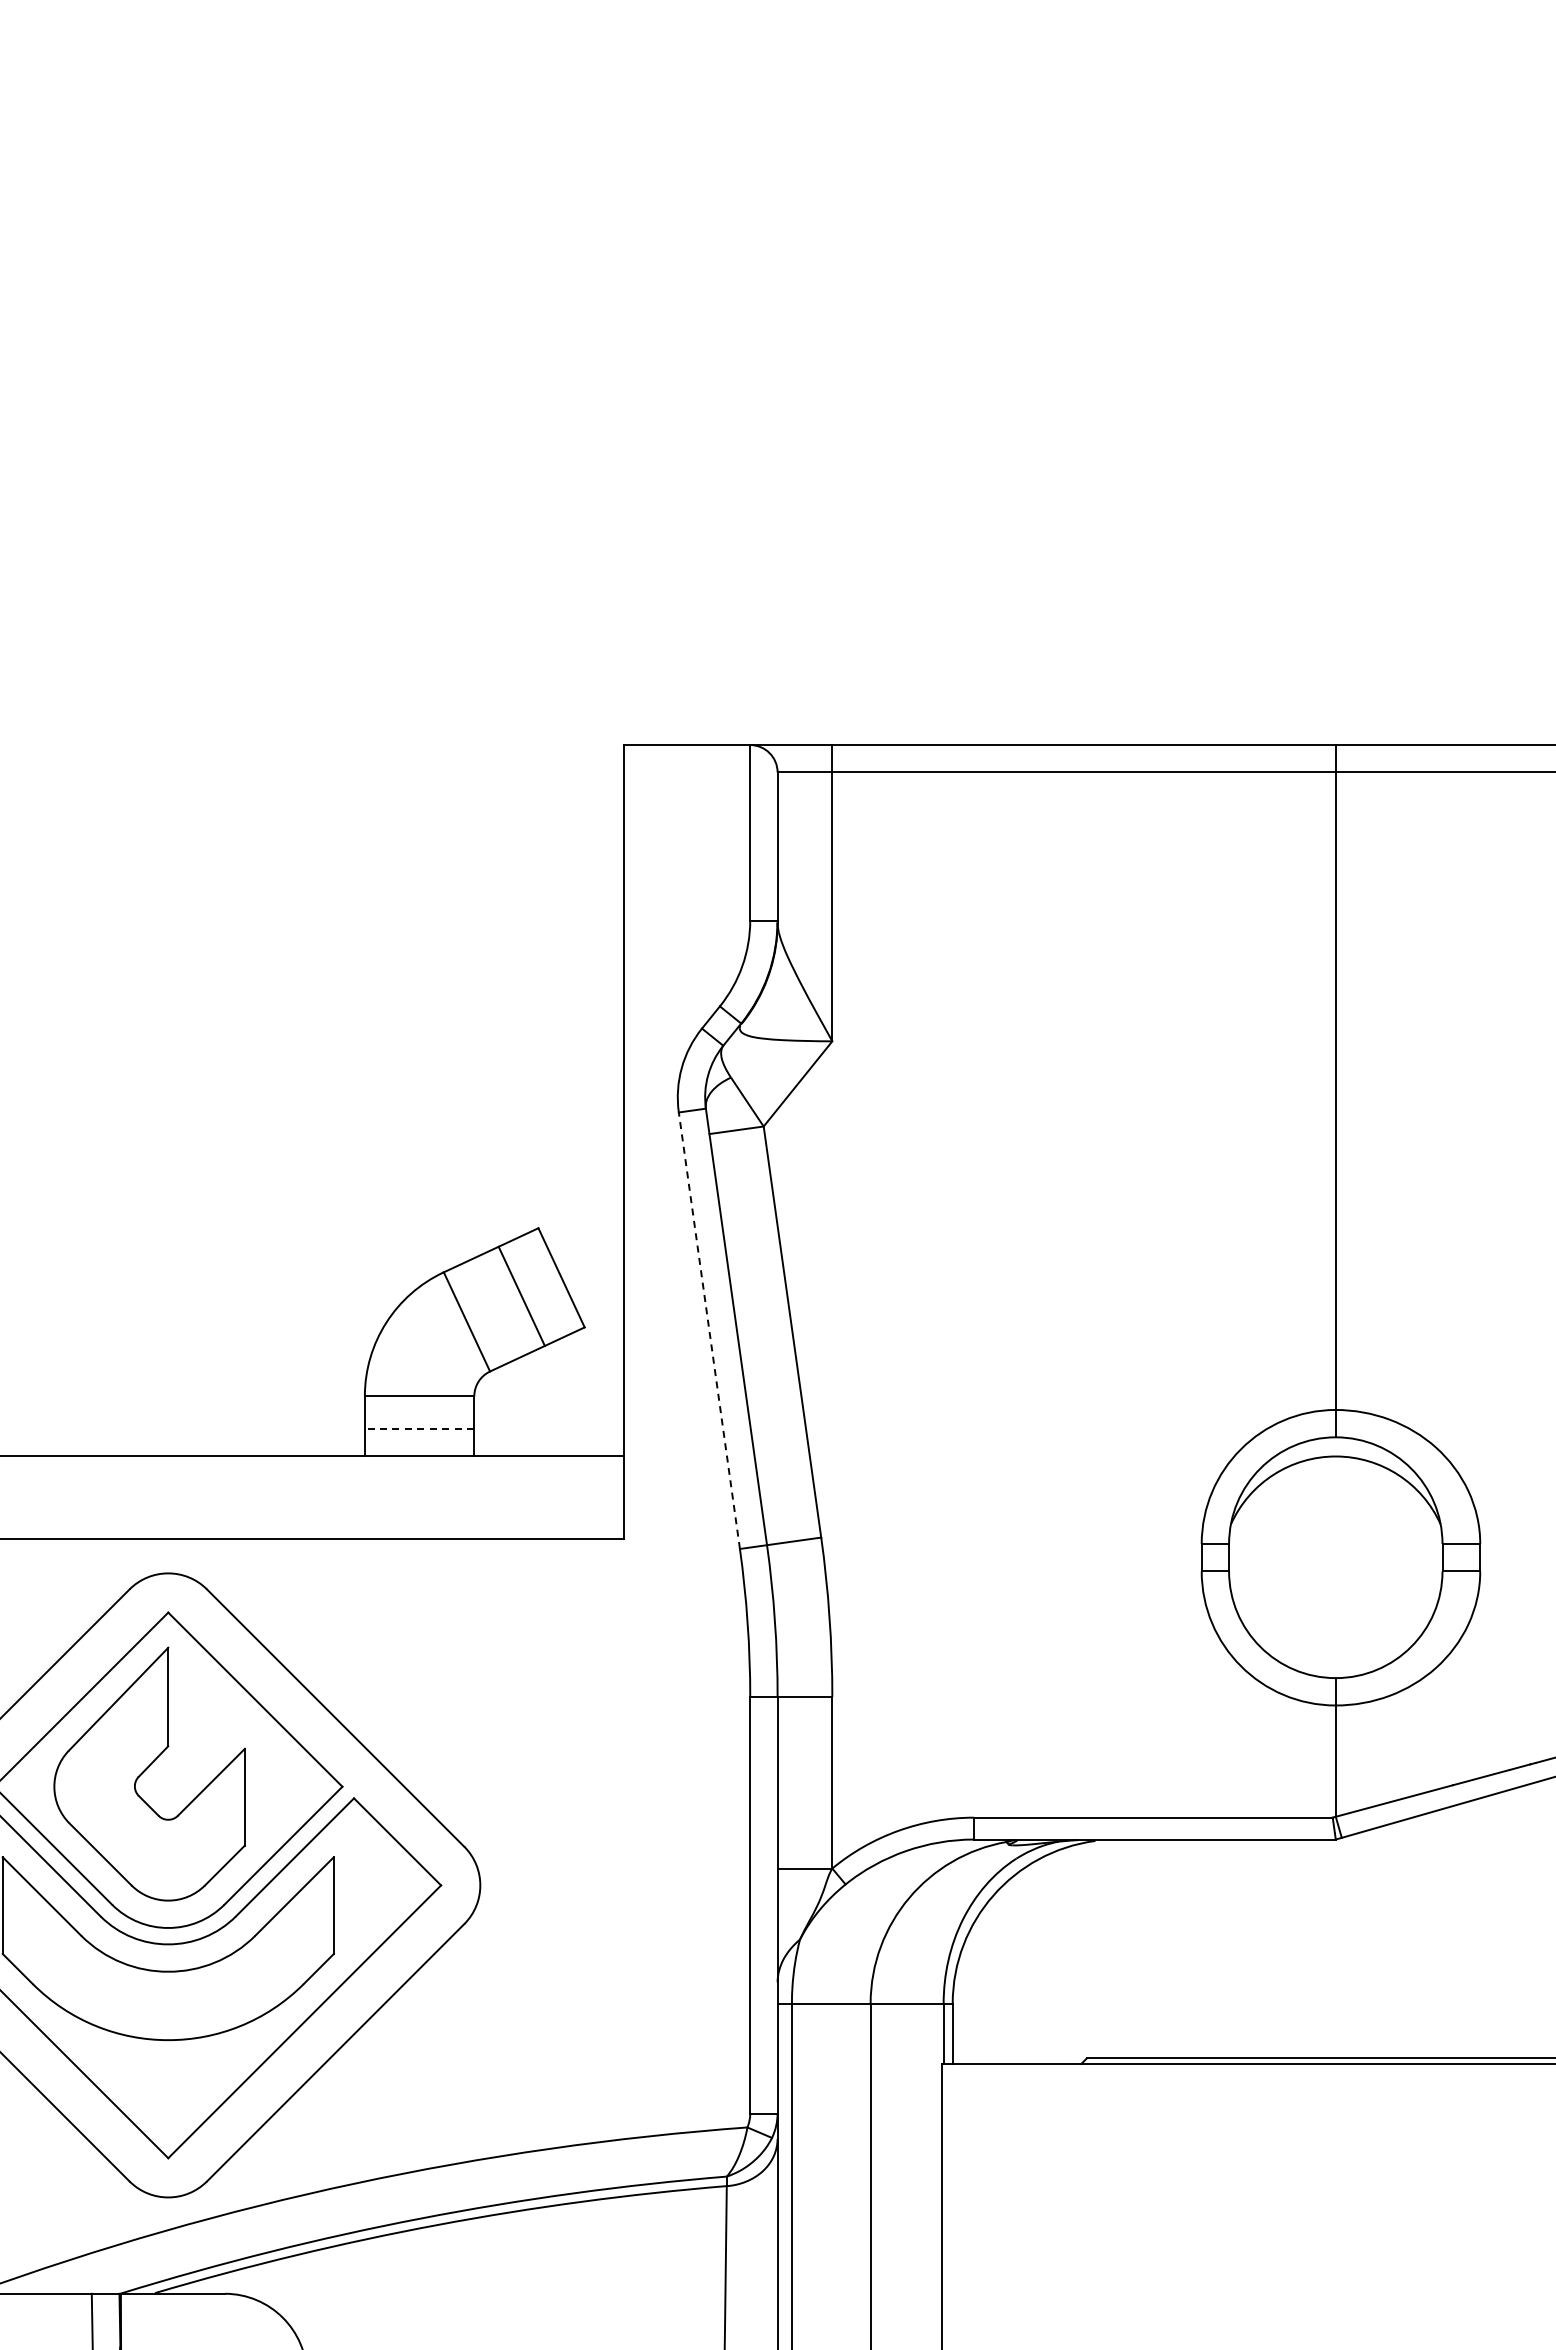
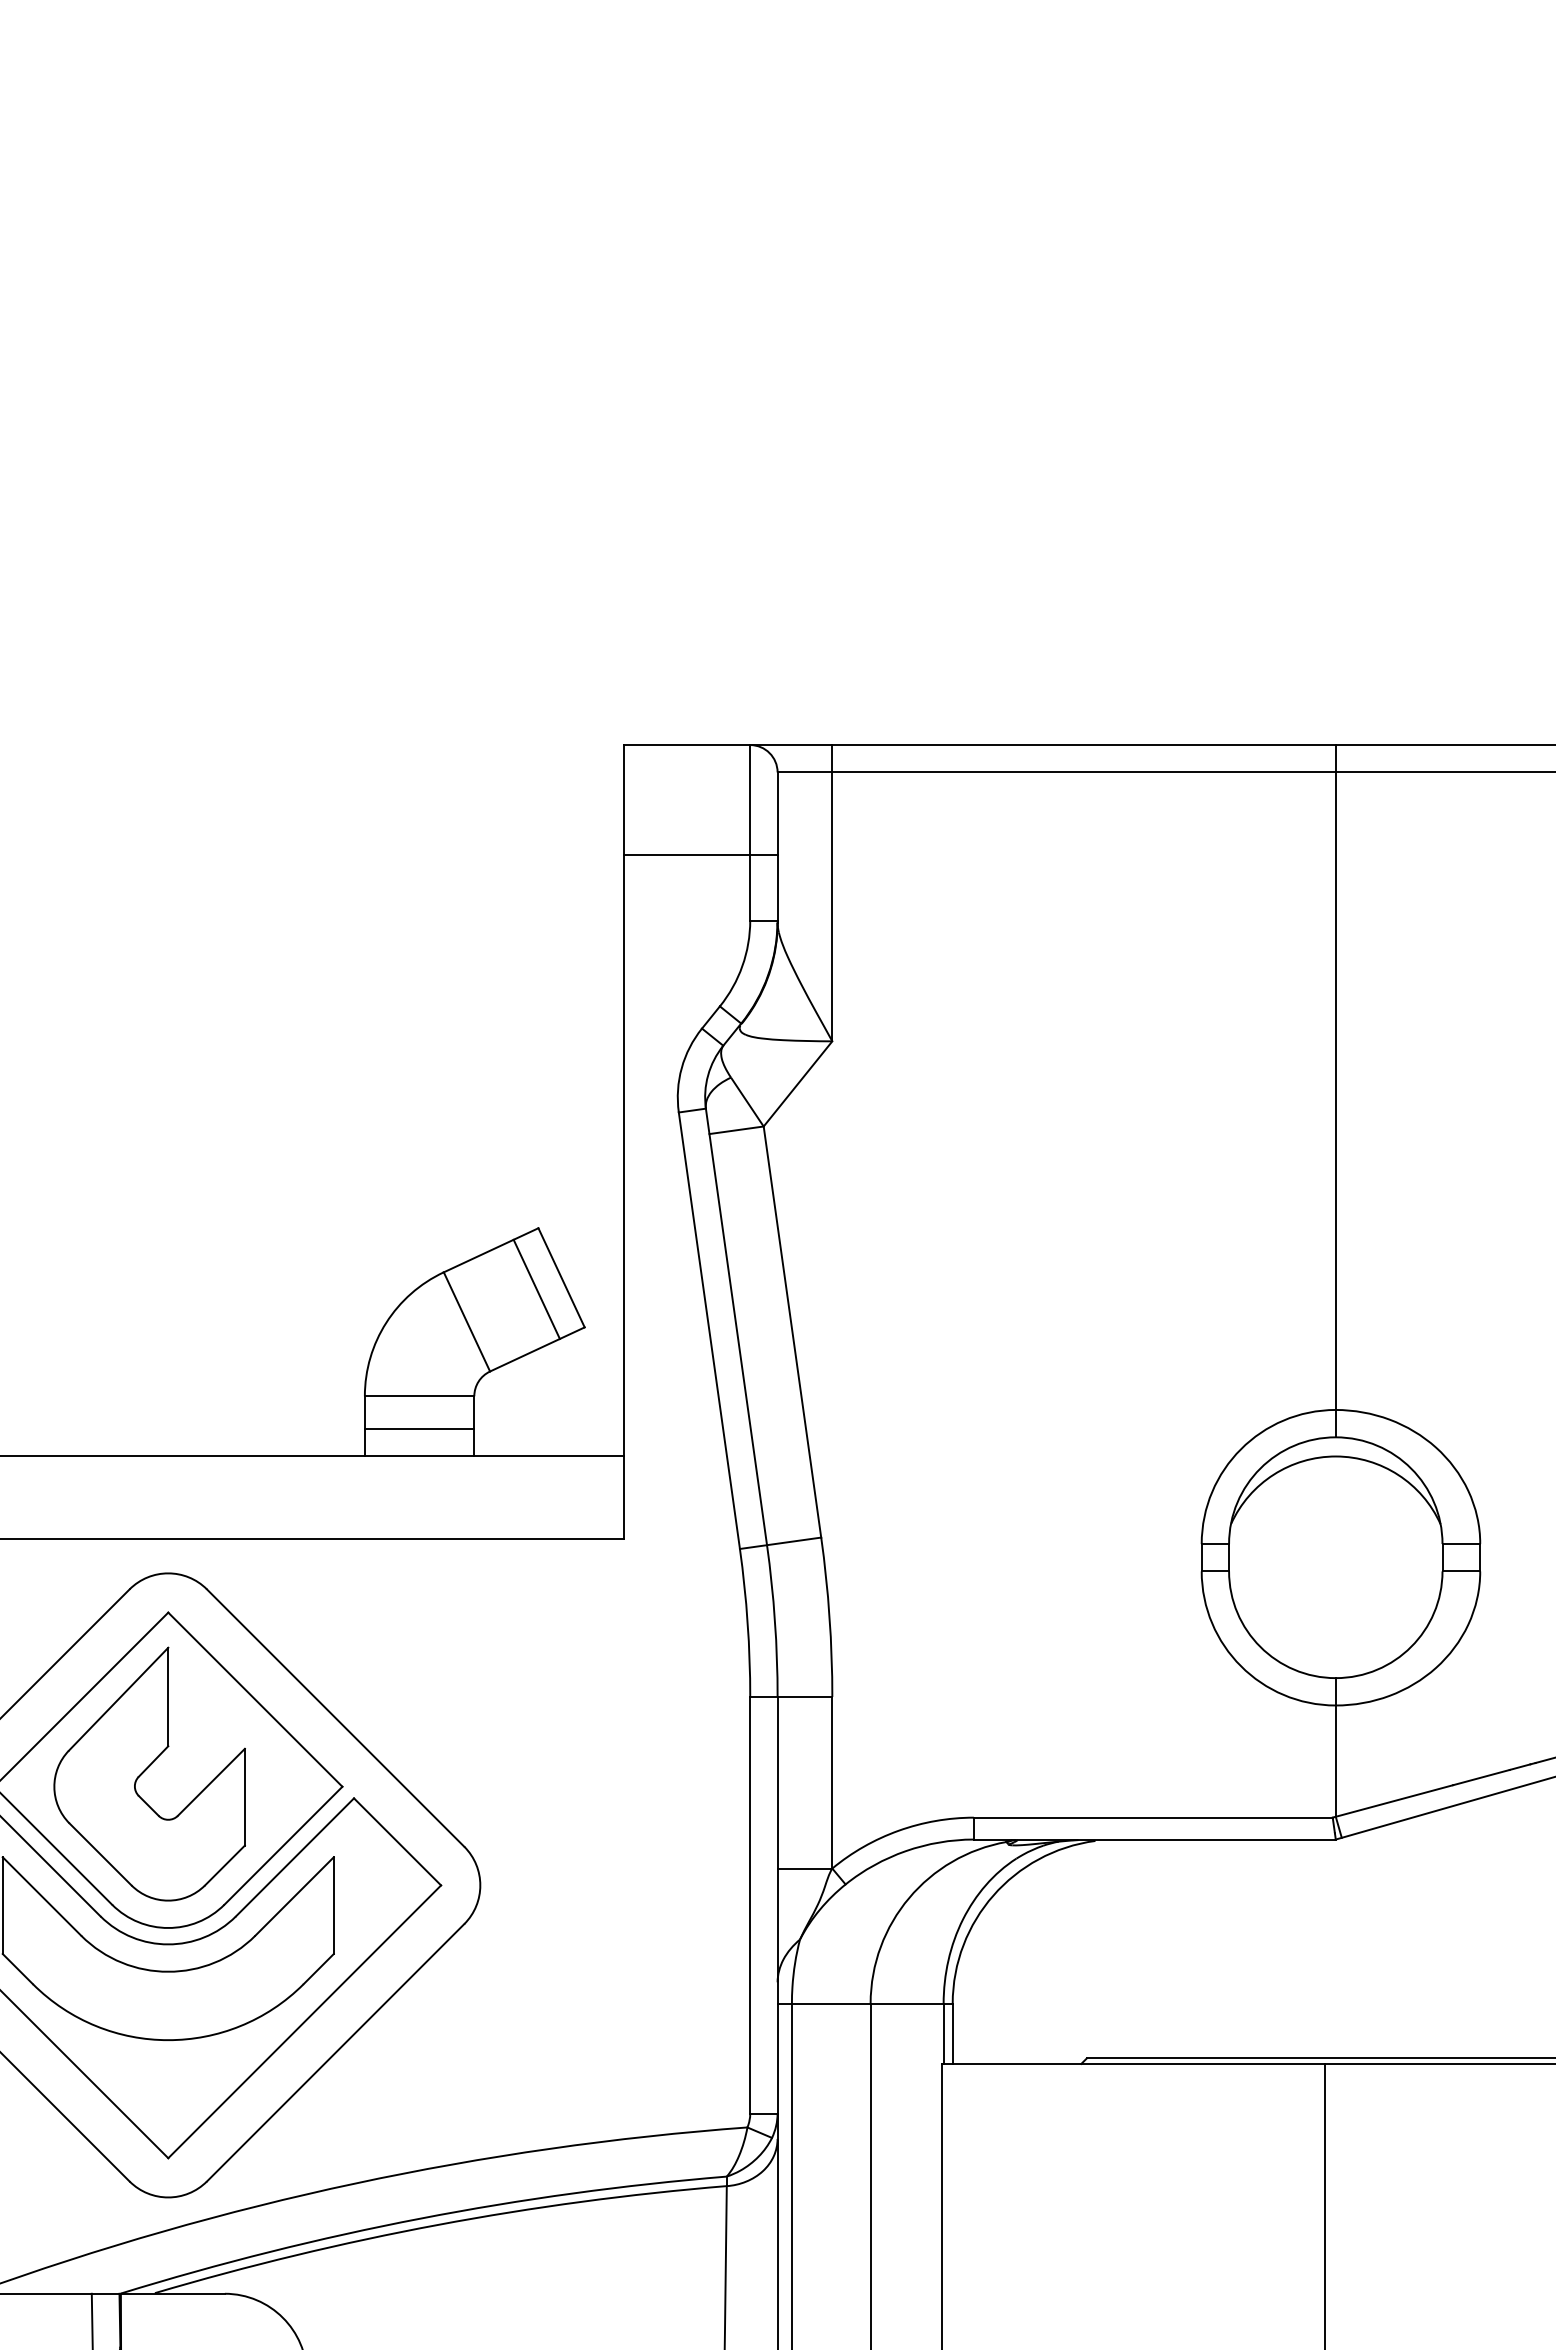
line at (700, 854): none -> present
line at (521, 1296) position: (521, 1296) -> (536, 1289)
line at (709, 1330): dashed -> solid
line at (419, 1429): dashed -> solid
line at (1324, 2204): none -> present
